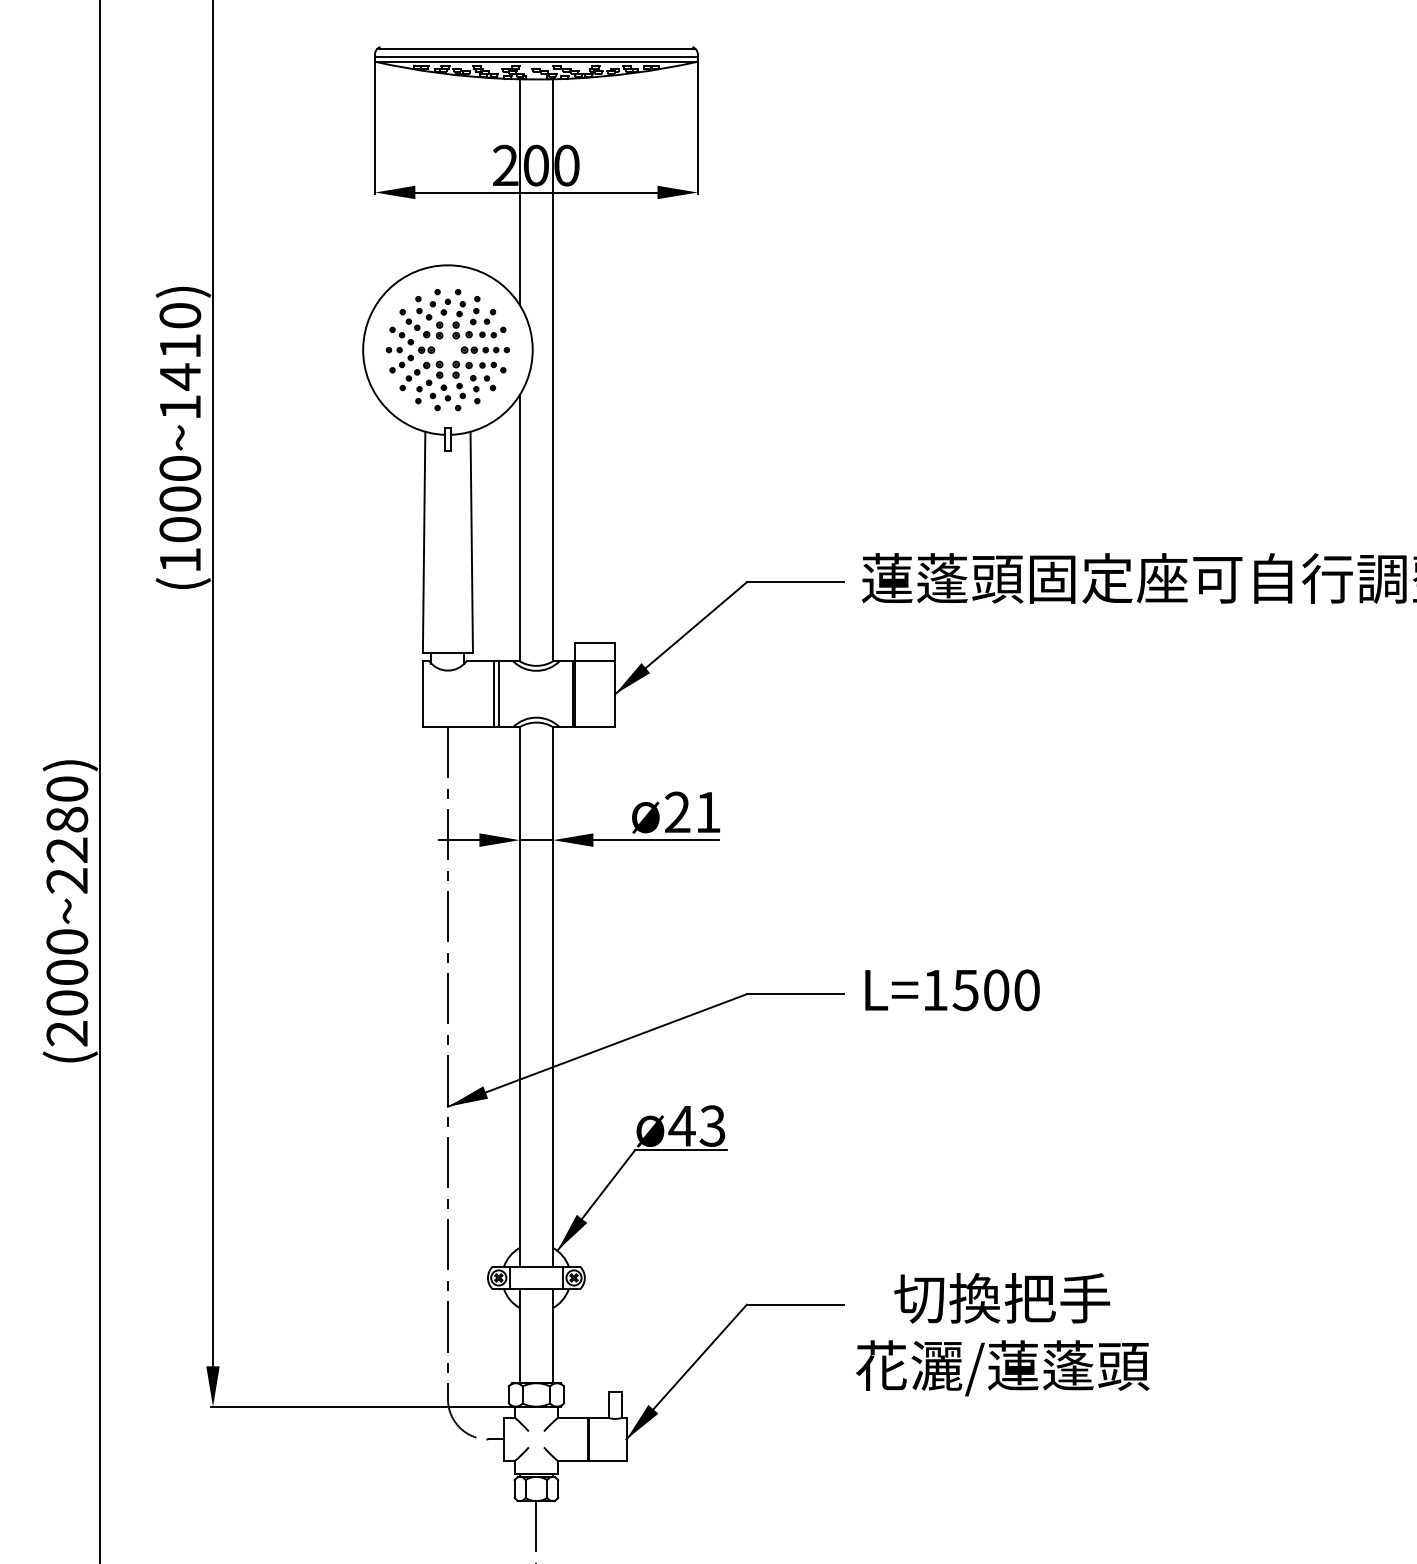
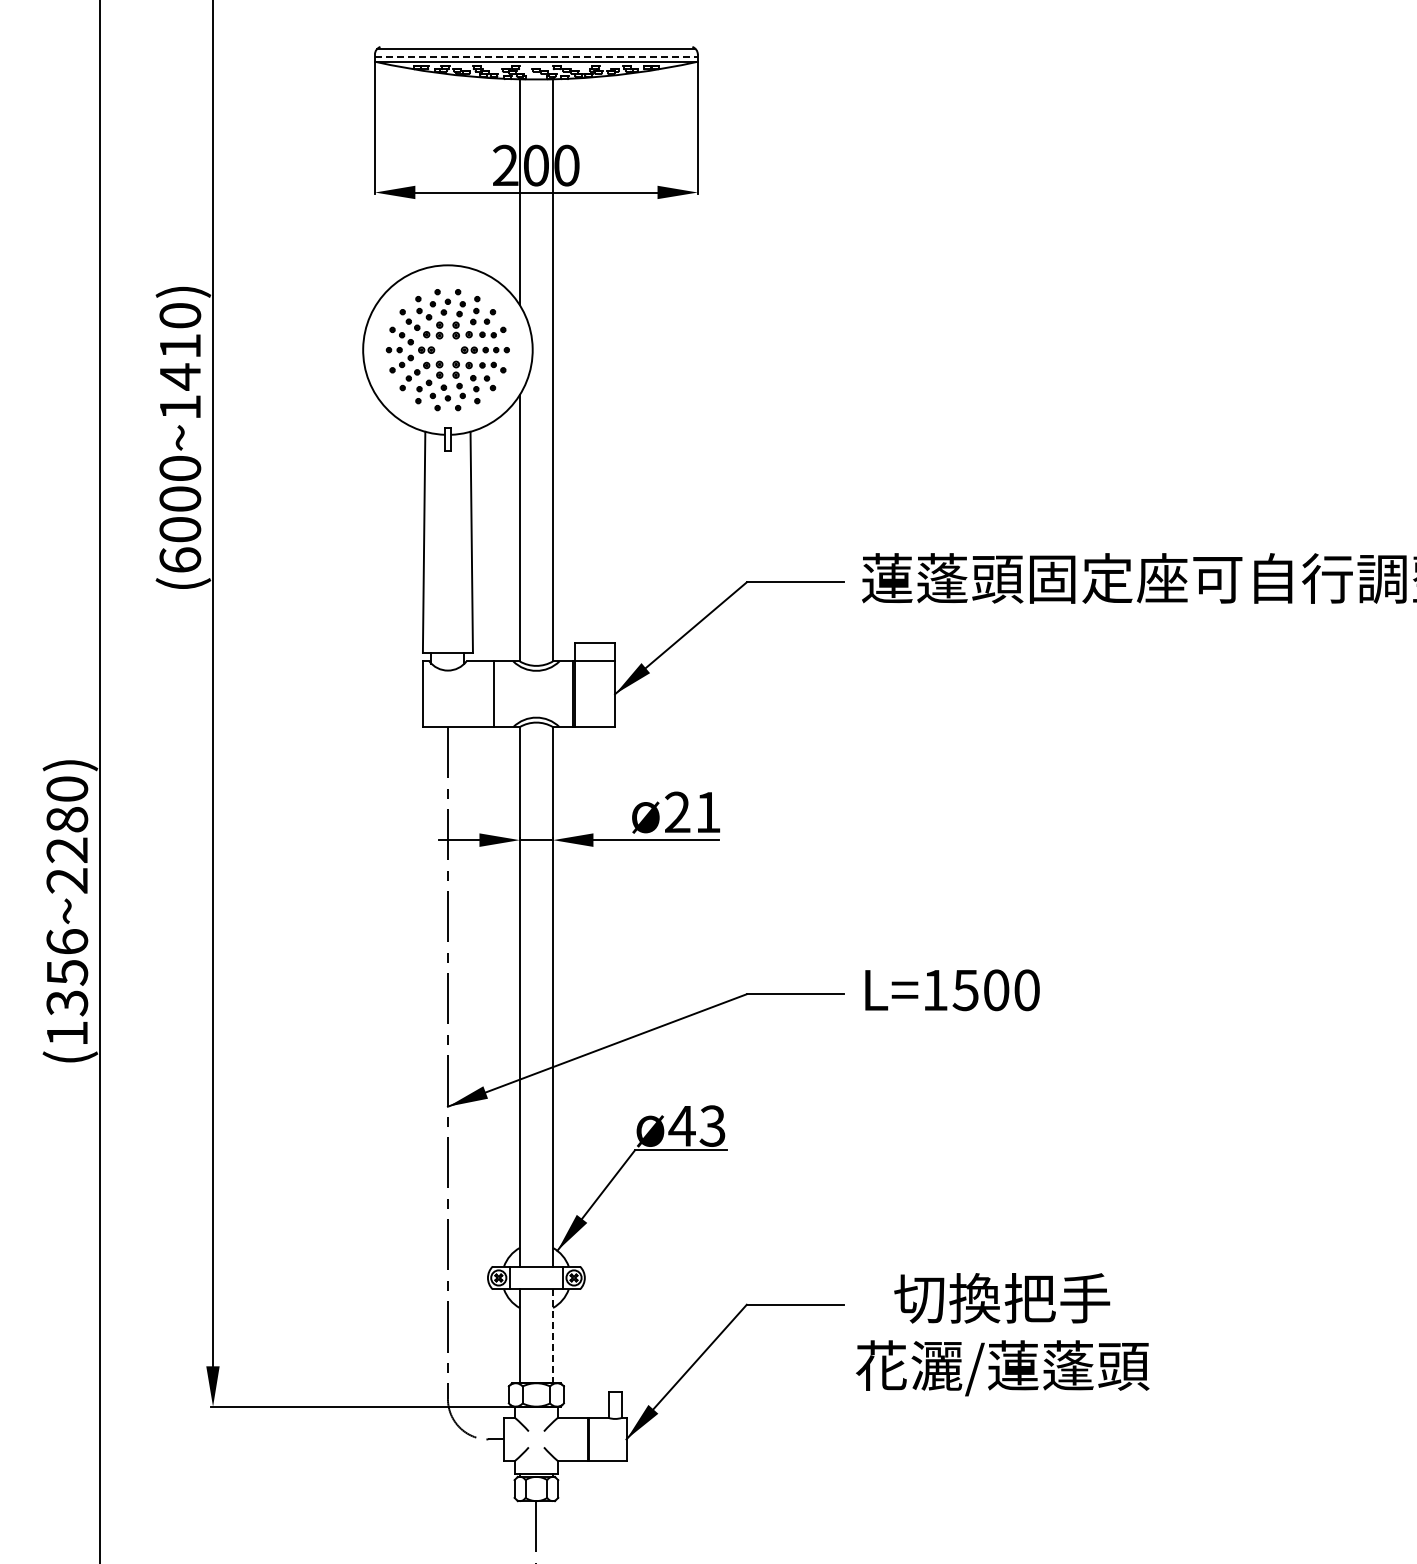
line at (536, 56): solid -> dashed
text at (180, 559): (1000~1410) -> (6000~1410)
line at (498, 694): present -> none
text at (67, 987): (2000~2280) -> (1356~2280)
line at (553, 1336): solid -> dashed
